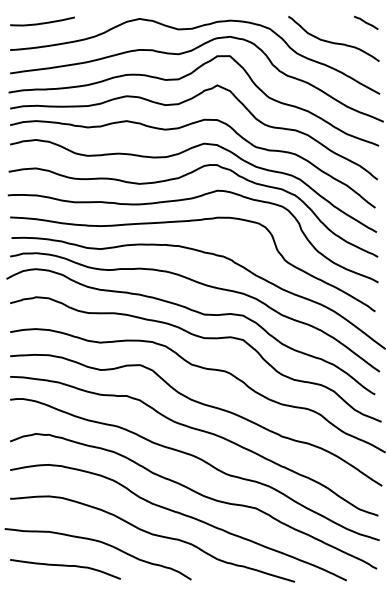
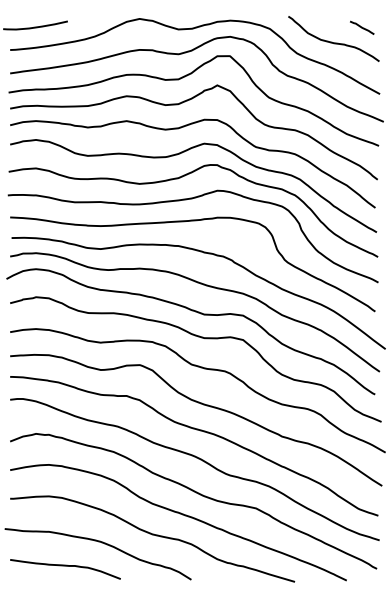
curve at (42, 22) position: (42, 22) -> (35, 26)
line at (366, 22) position: (366, 22) -> (362, 27)
